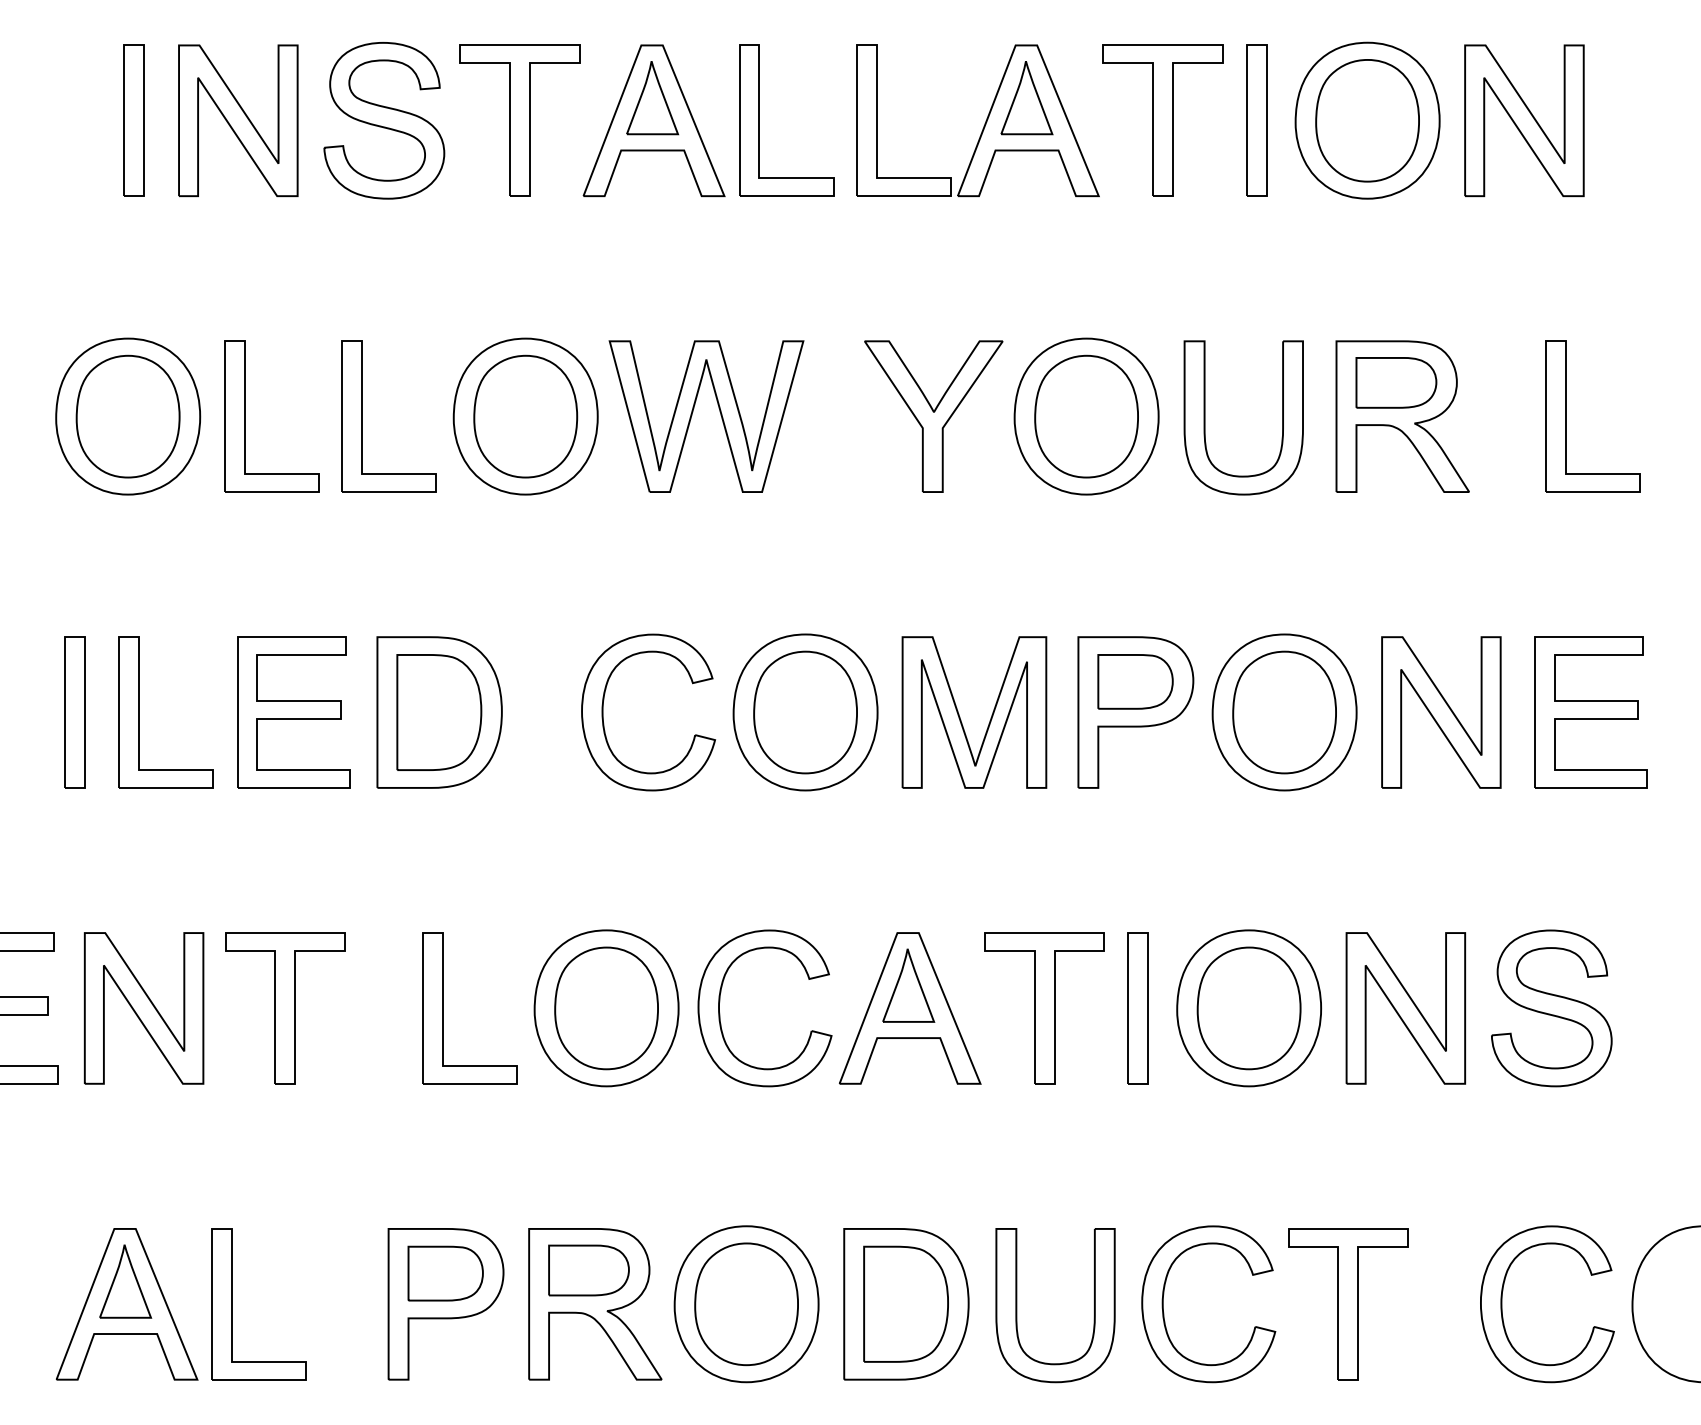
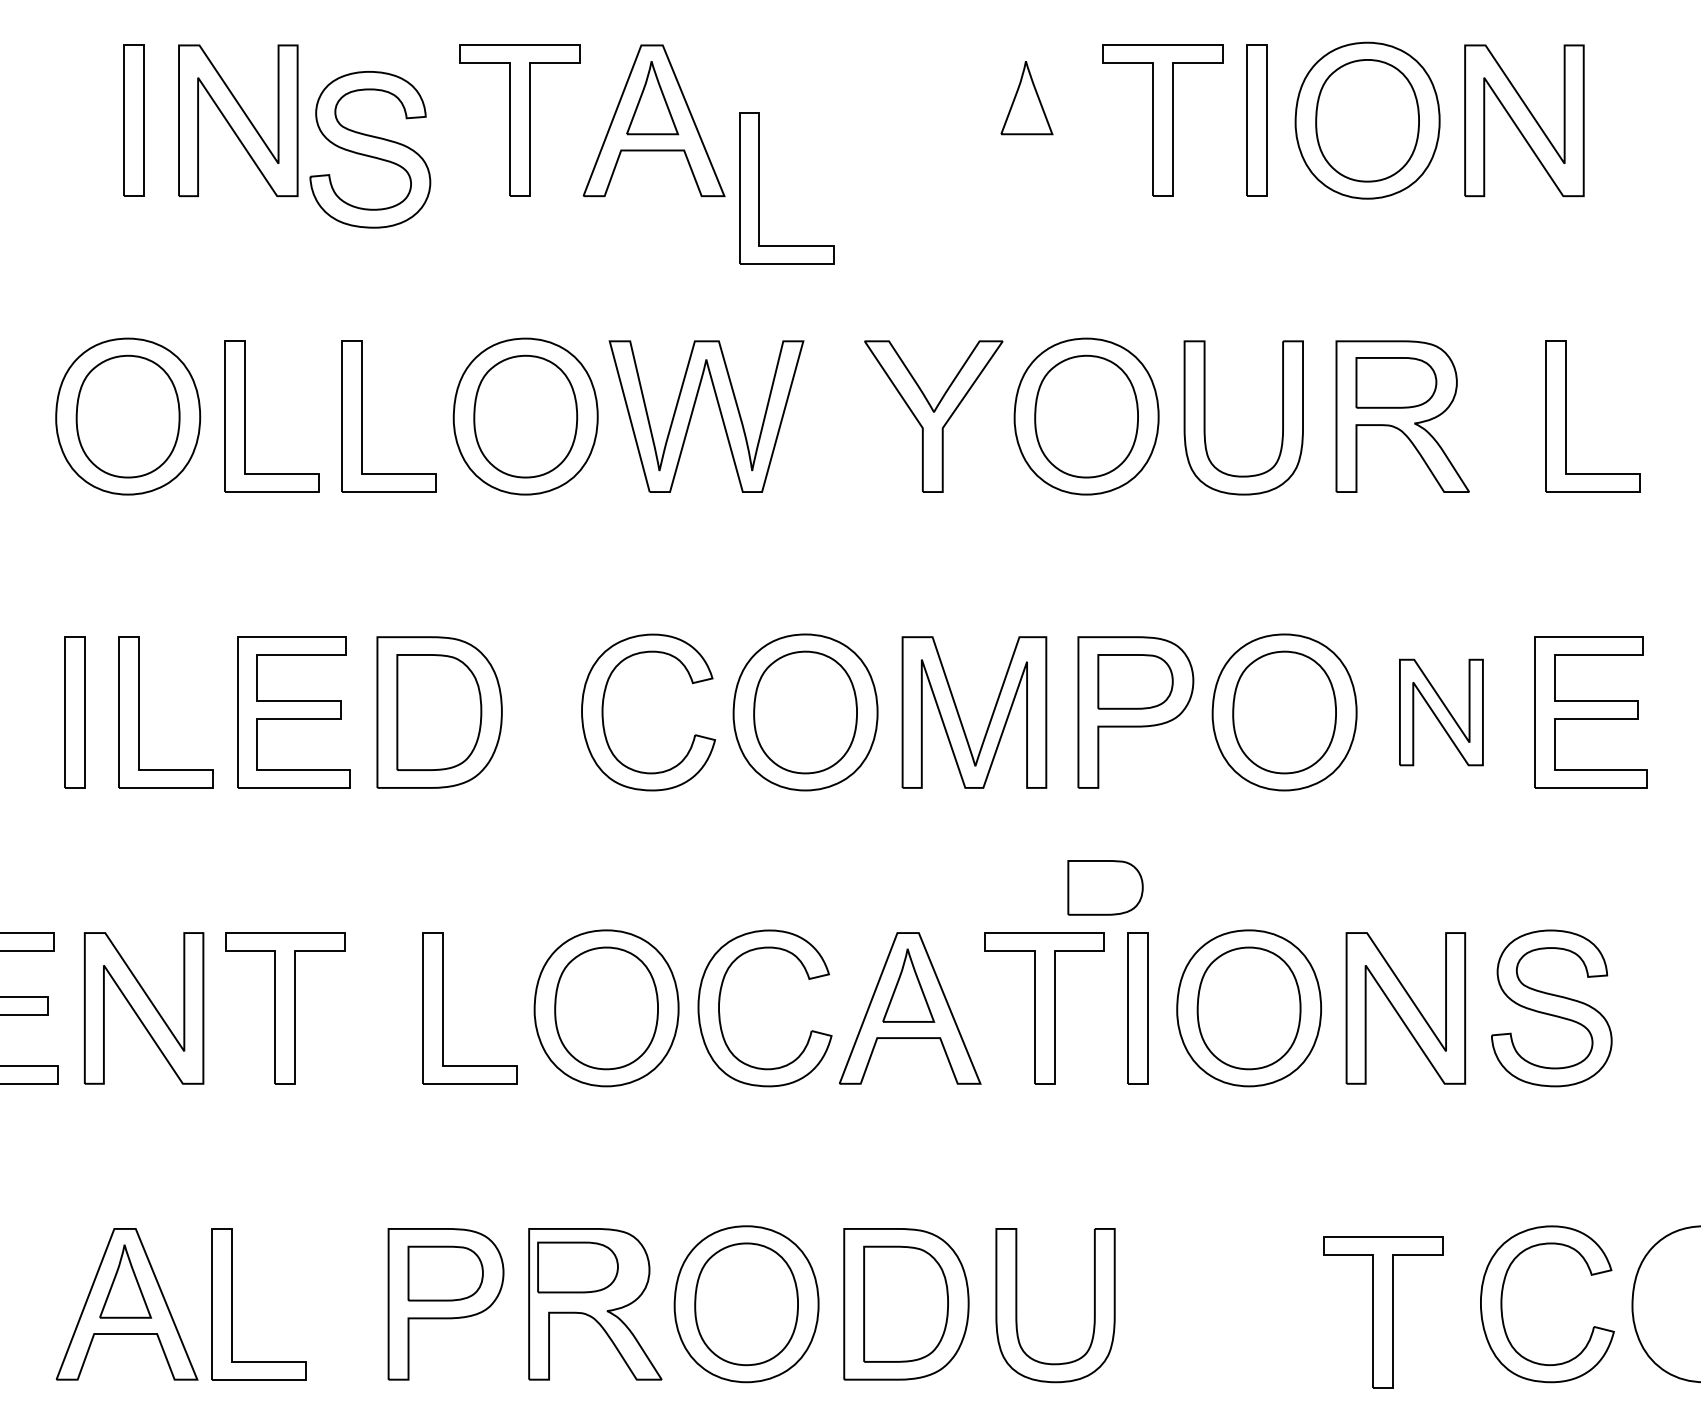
part at (384, 120) position: (384, 120) -> (370, 149)
part at (759, 120) position: (759, 120) -> (759, 188)
part at (984, 123): present -> none
part at (1441, 712) size: 121x153 px -> 85x109 px
part at (1105, 887): none -> present
part at (588, 1270) position: (588, 1270) -> (577, 1267)
part at (1348, 1304) position: (1348, 1304) -> (1383, 1312)
part at (1164, 1313): present -> none
